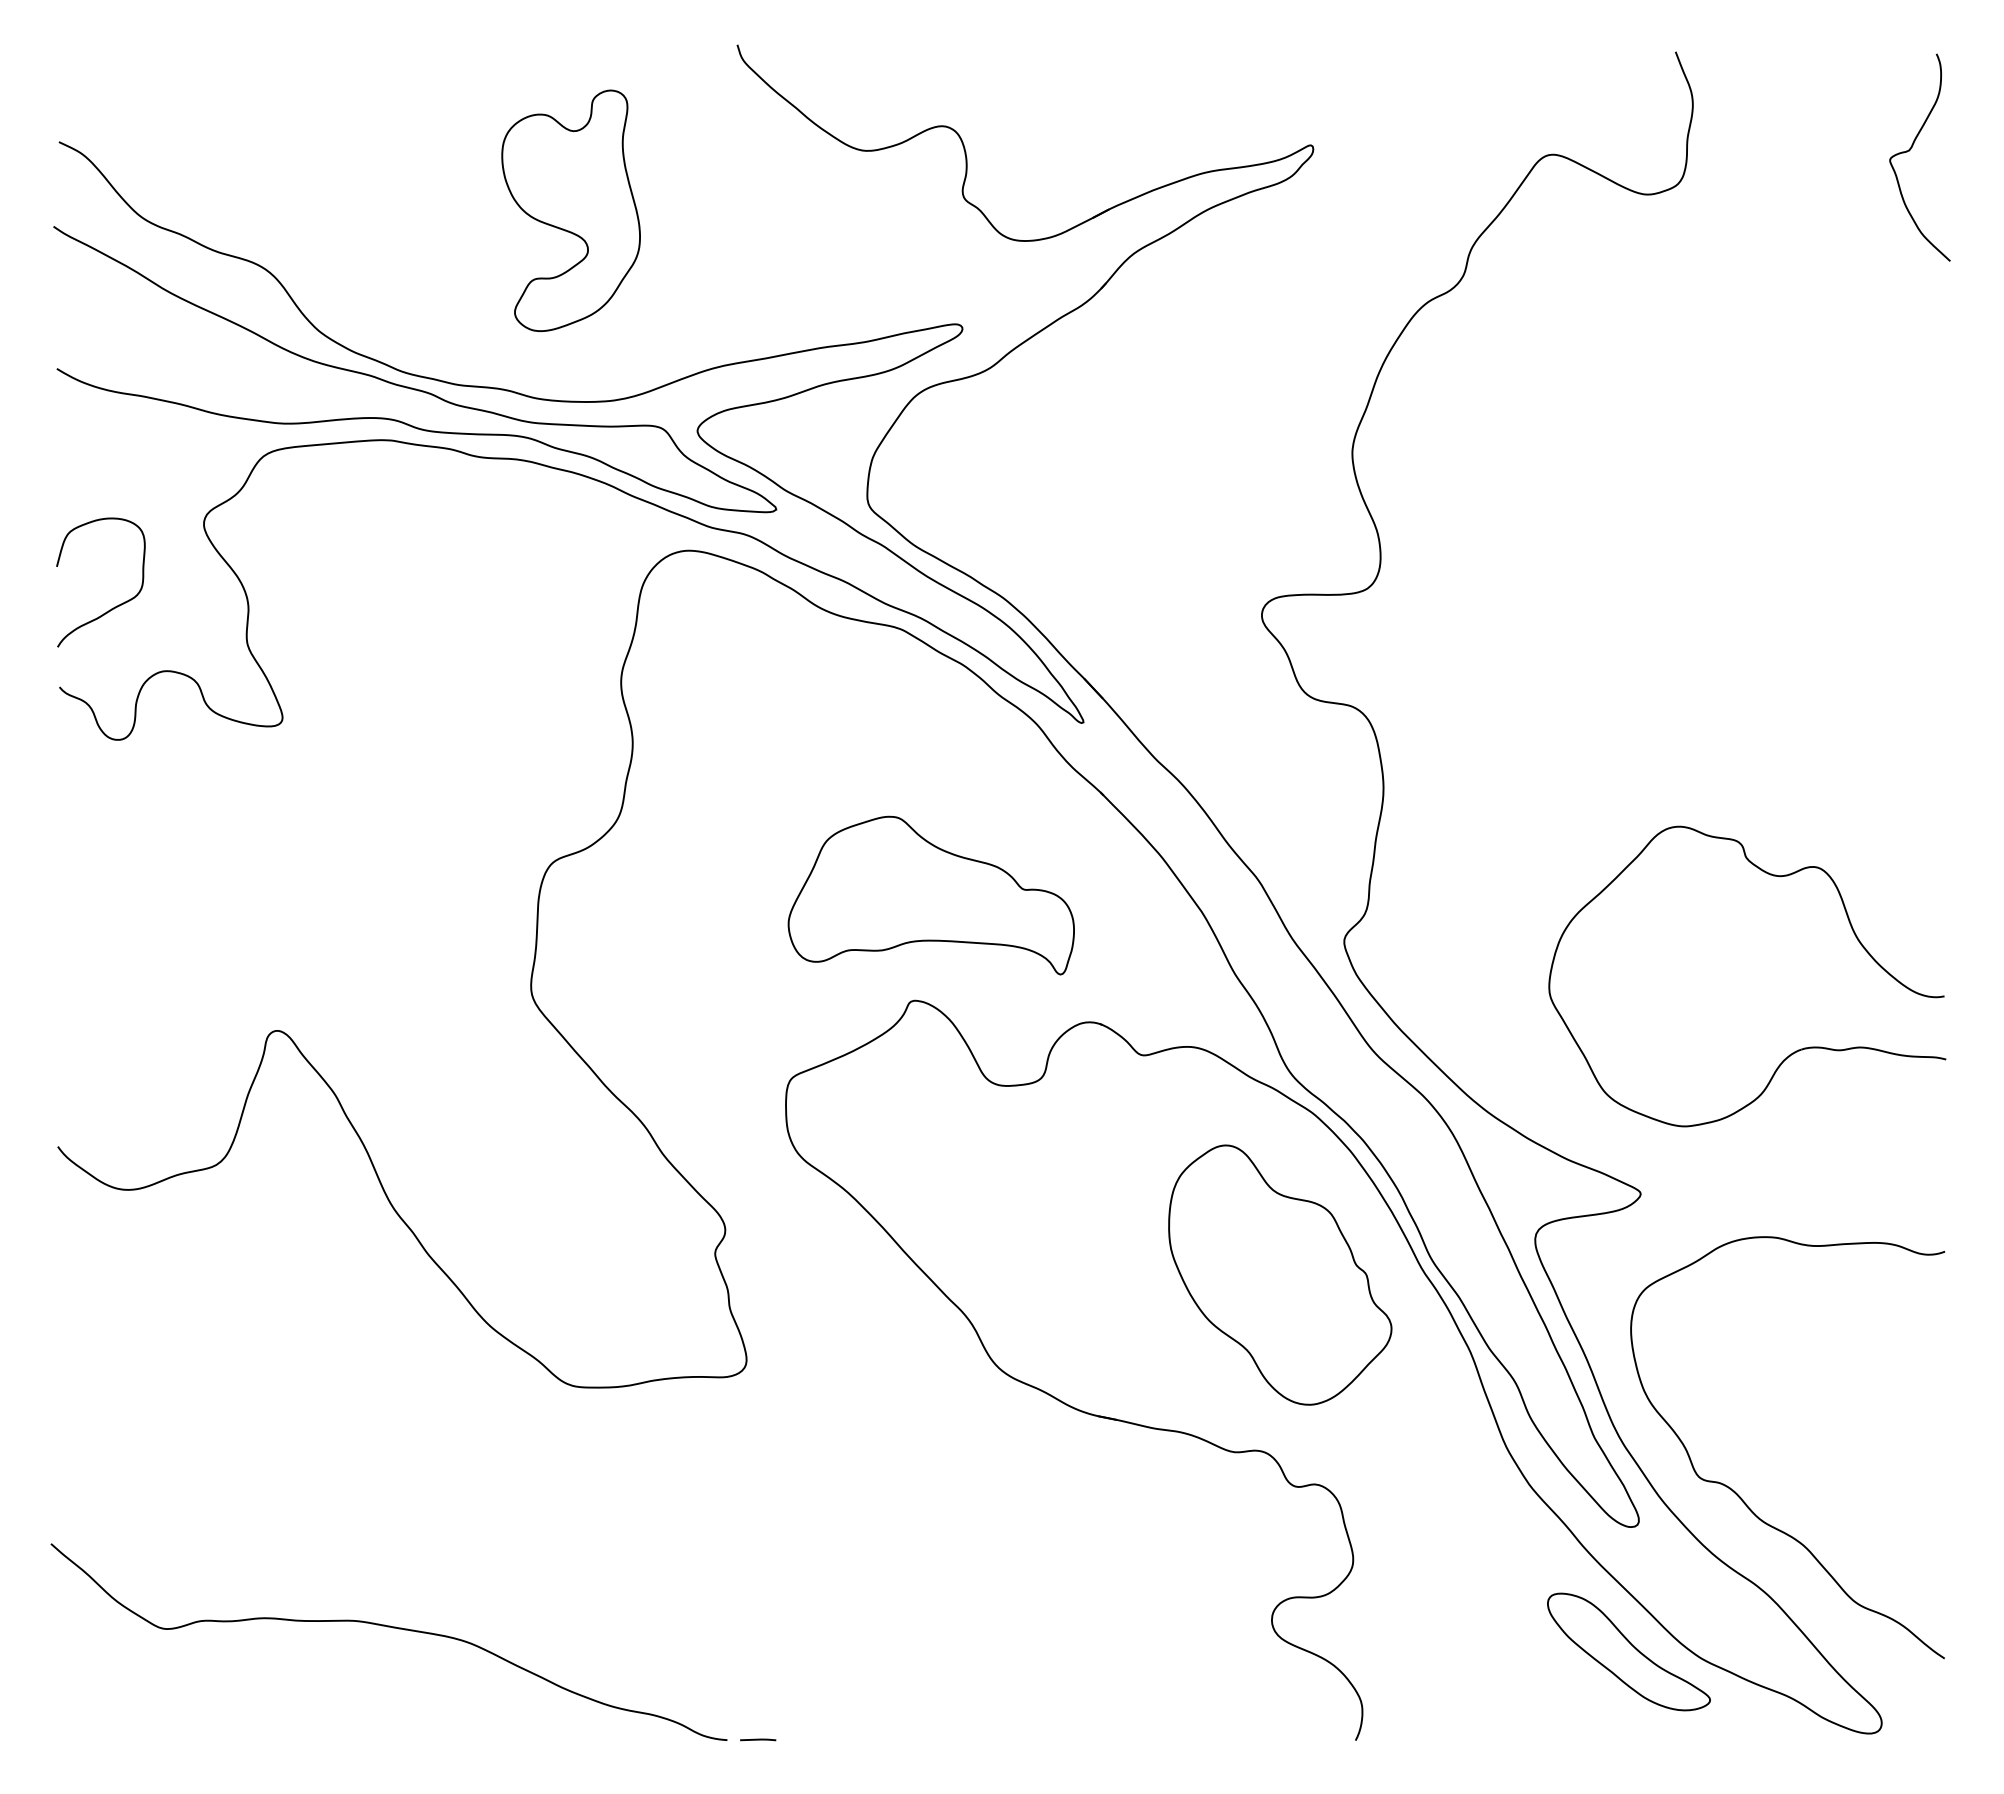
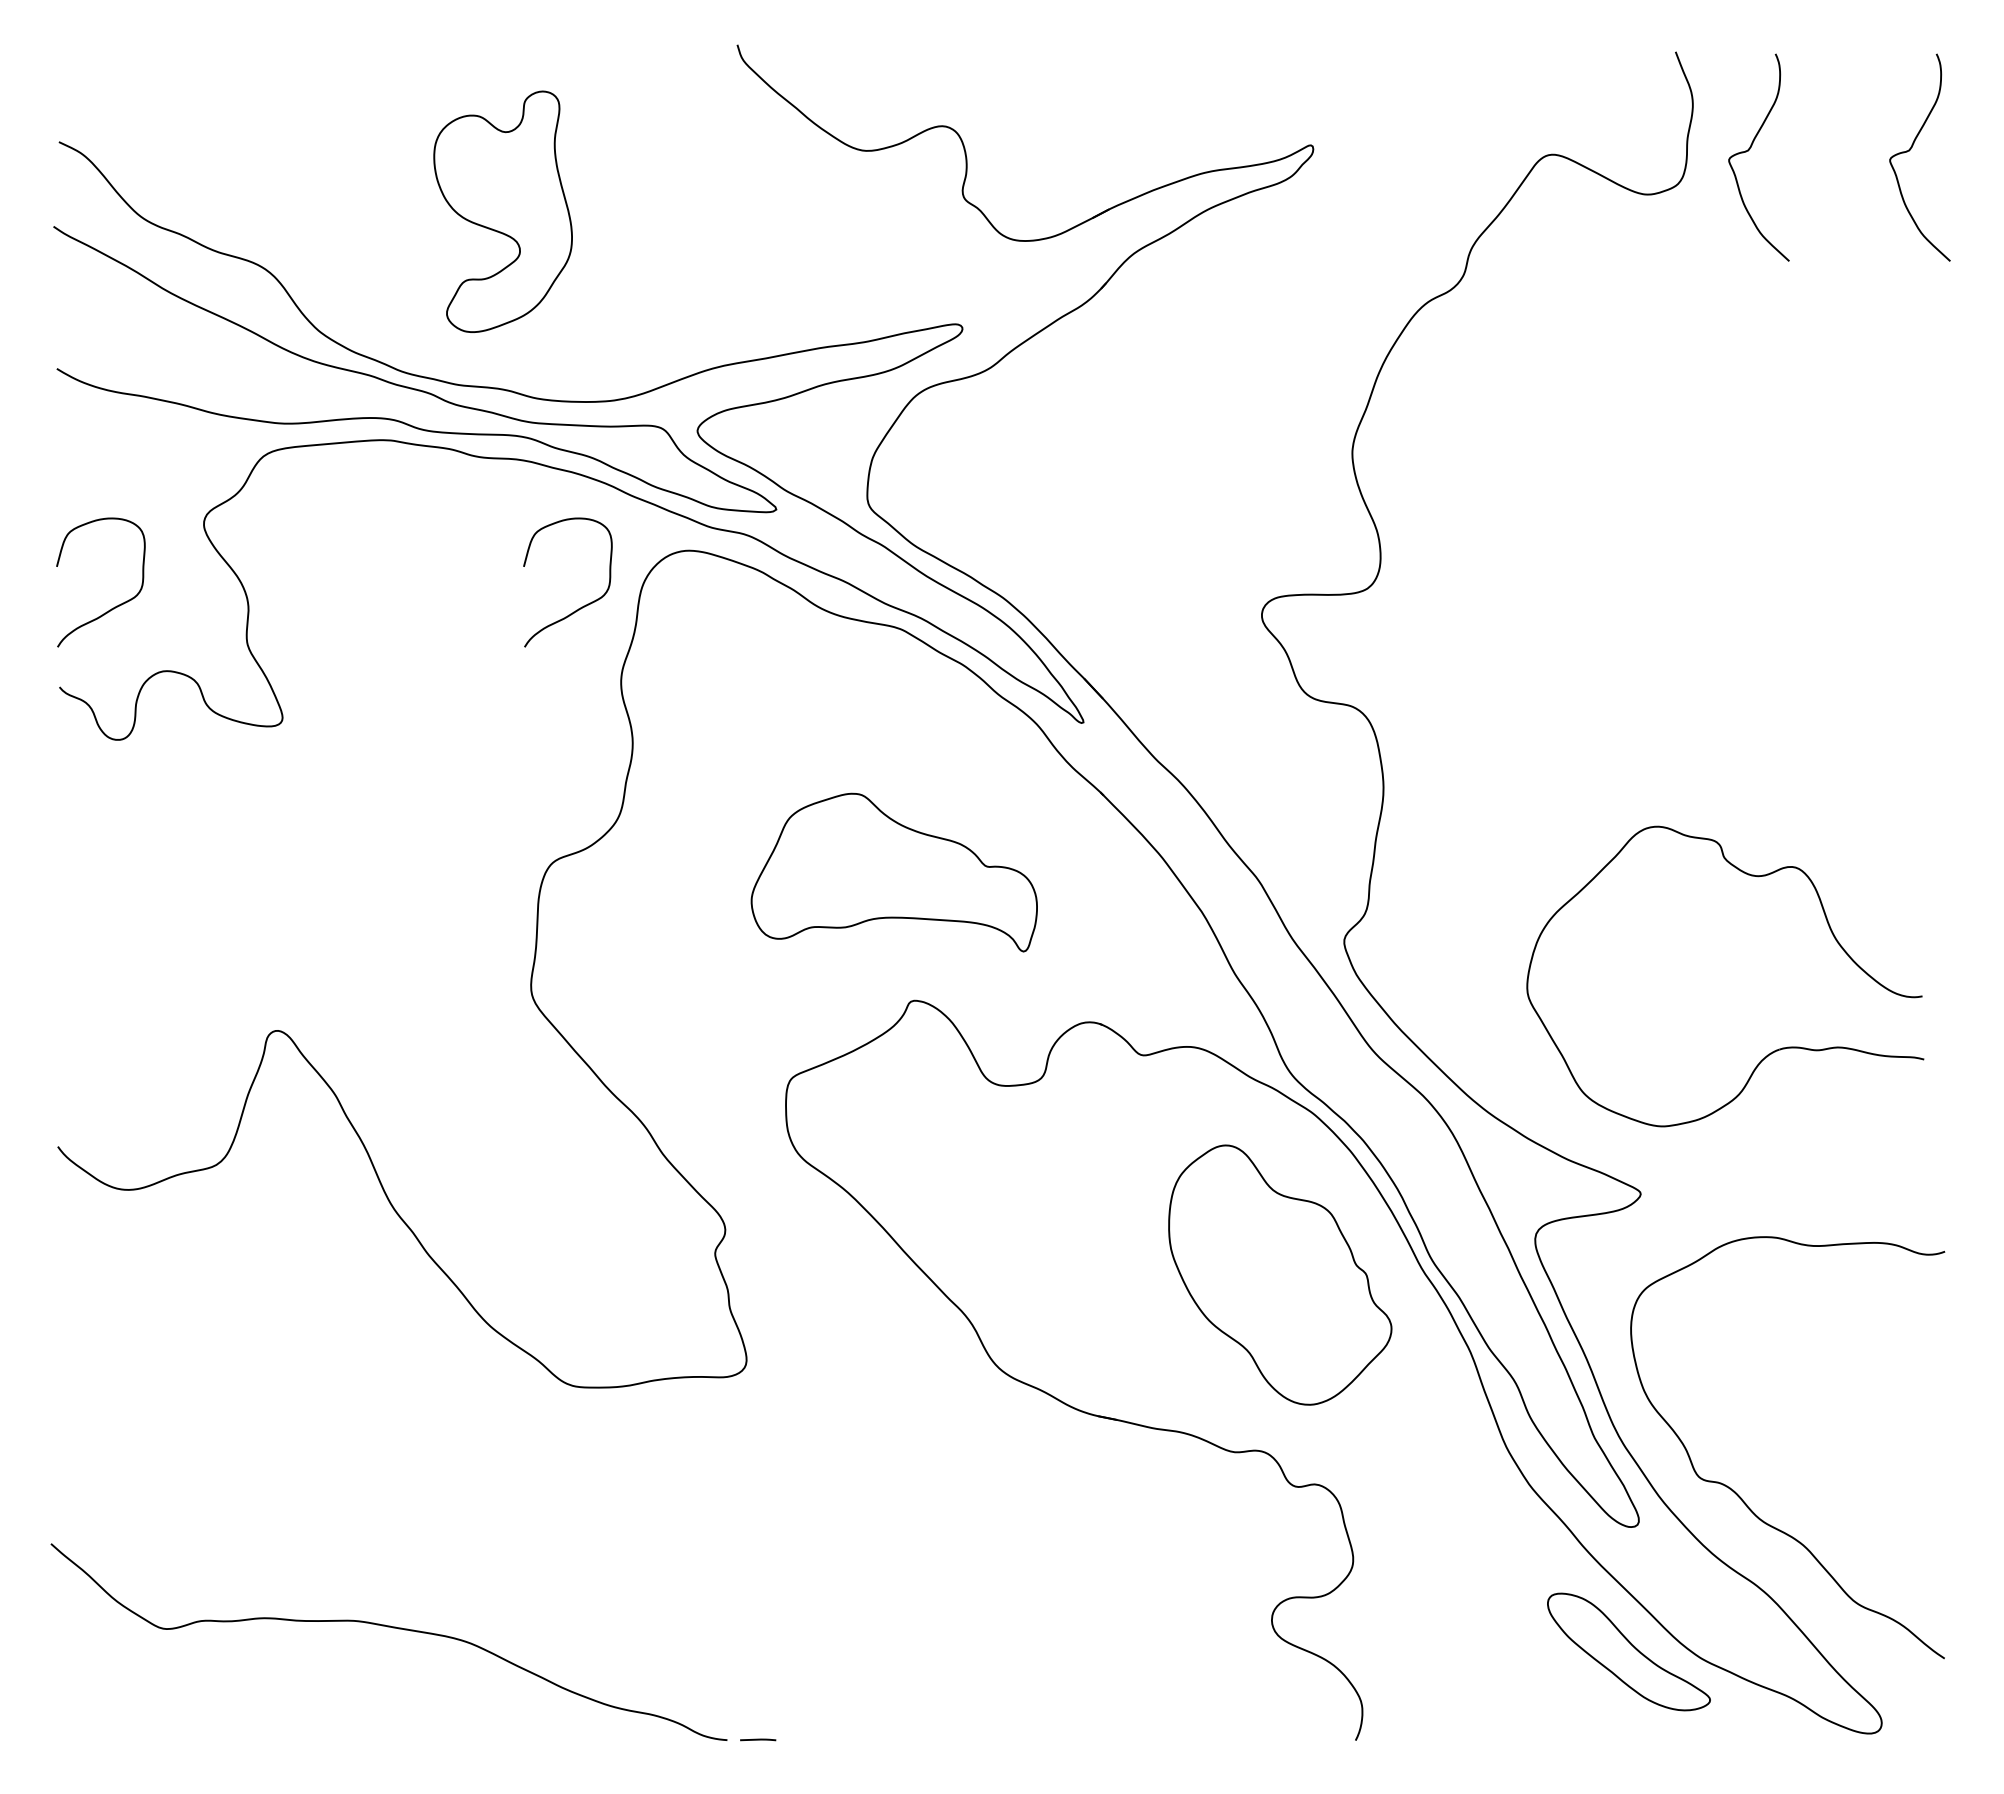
curve at (1750, 149): none -> present
part at (570, 210) position: (570, 210) -> (502, 211)
curve at (583, 605): none -> present
part at (930, 895) position: (930, 895) -> (893, 872)
part at (1792, 1052) position: (1792, 1052) -> (1770, 1052)
